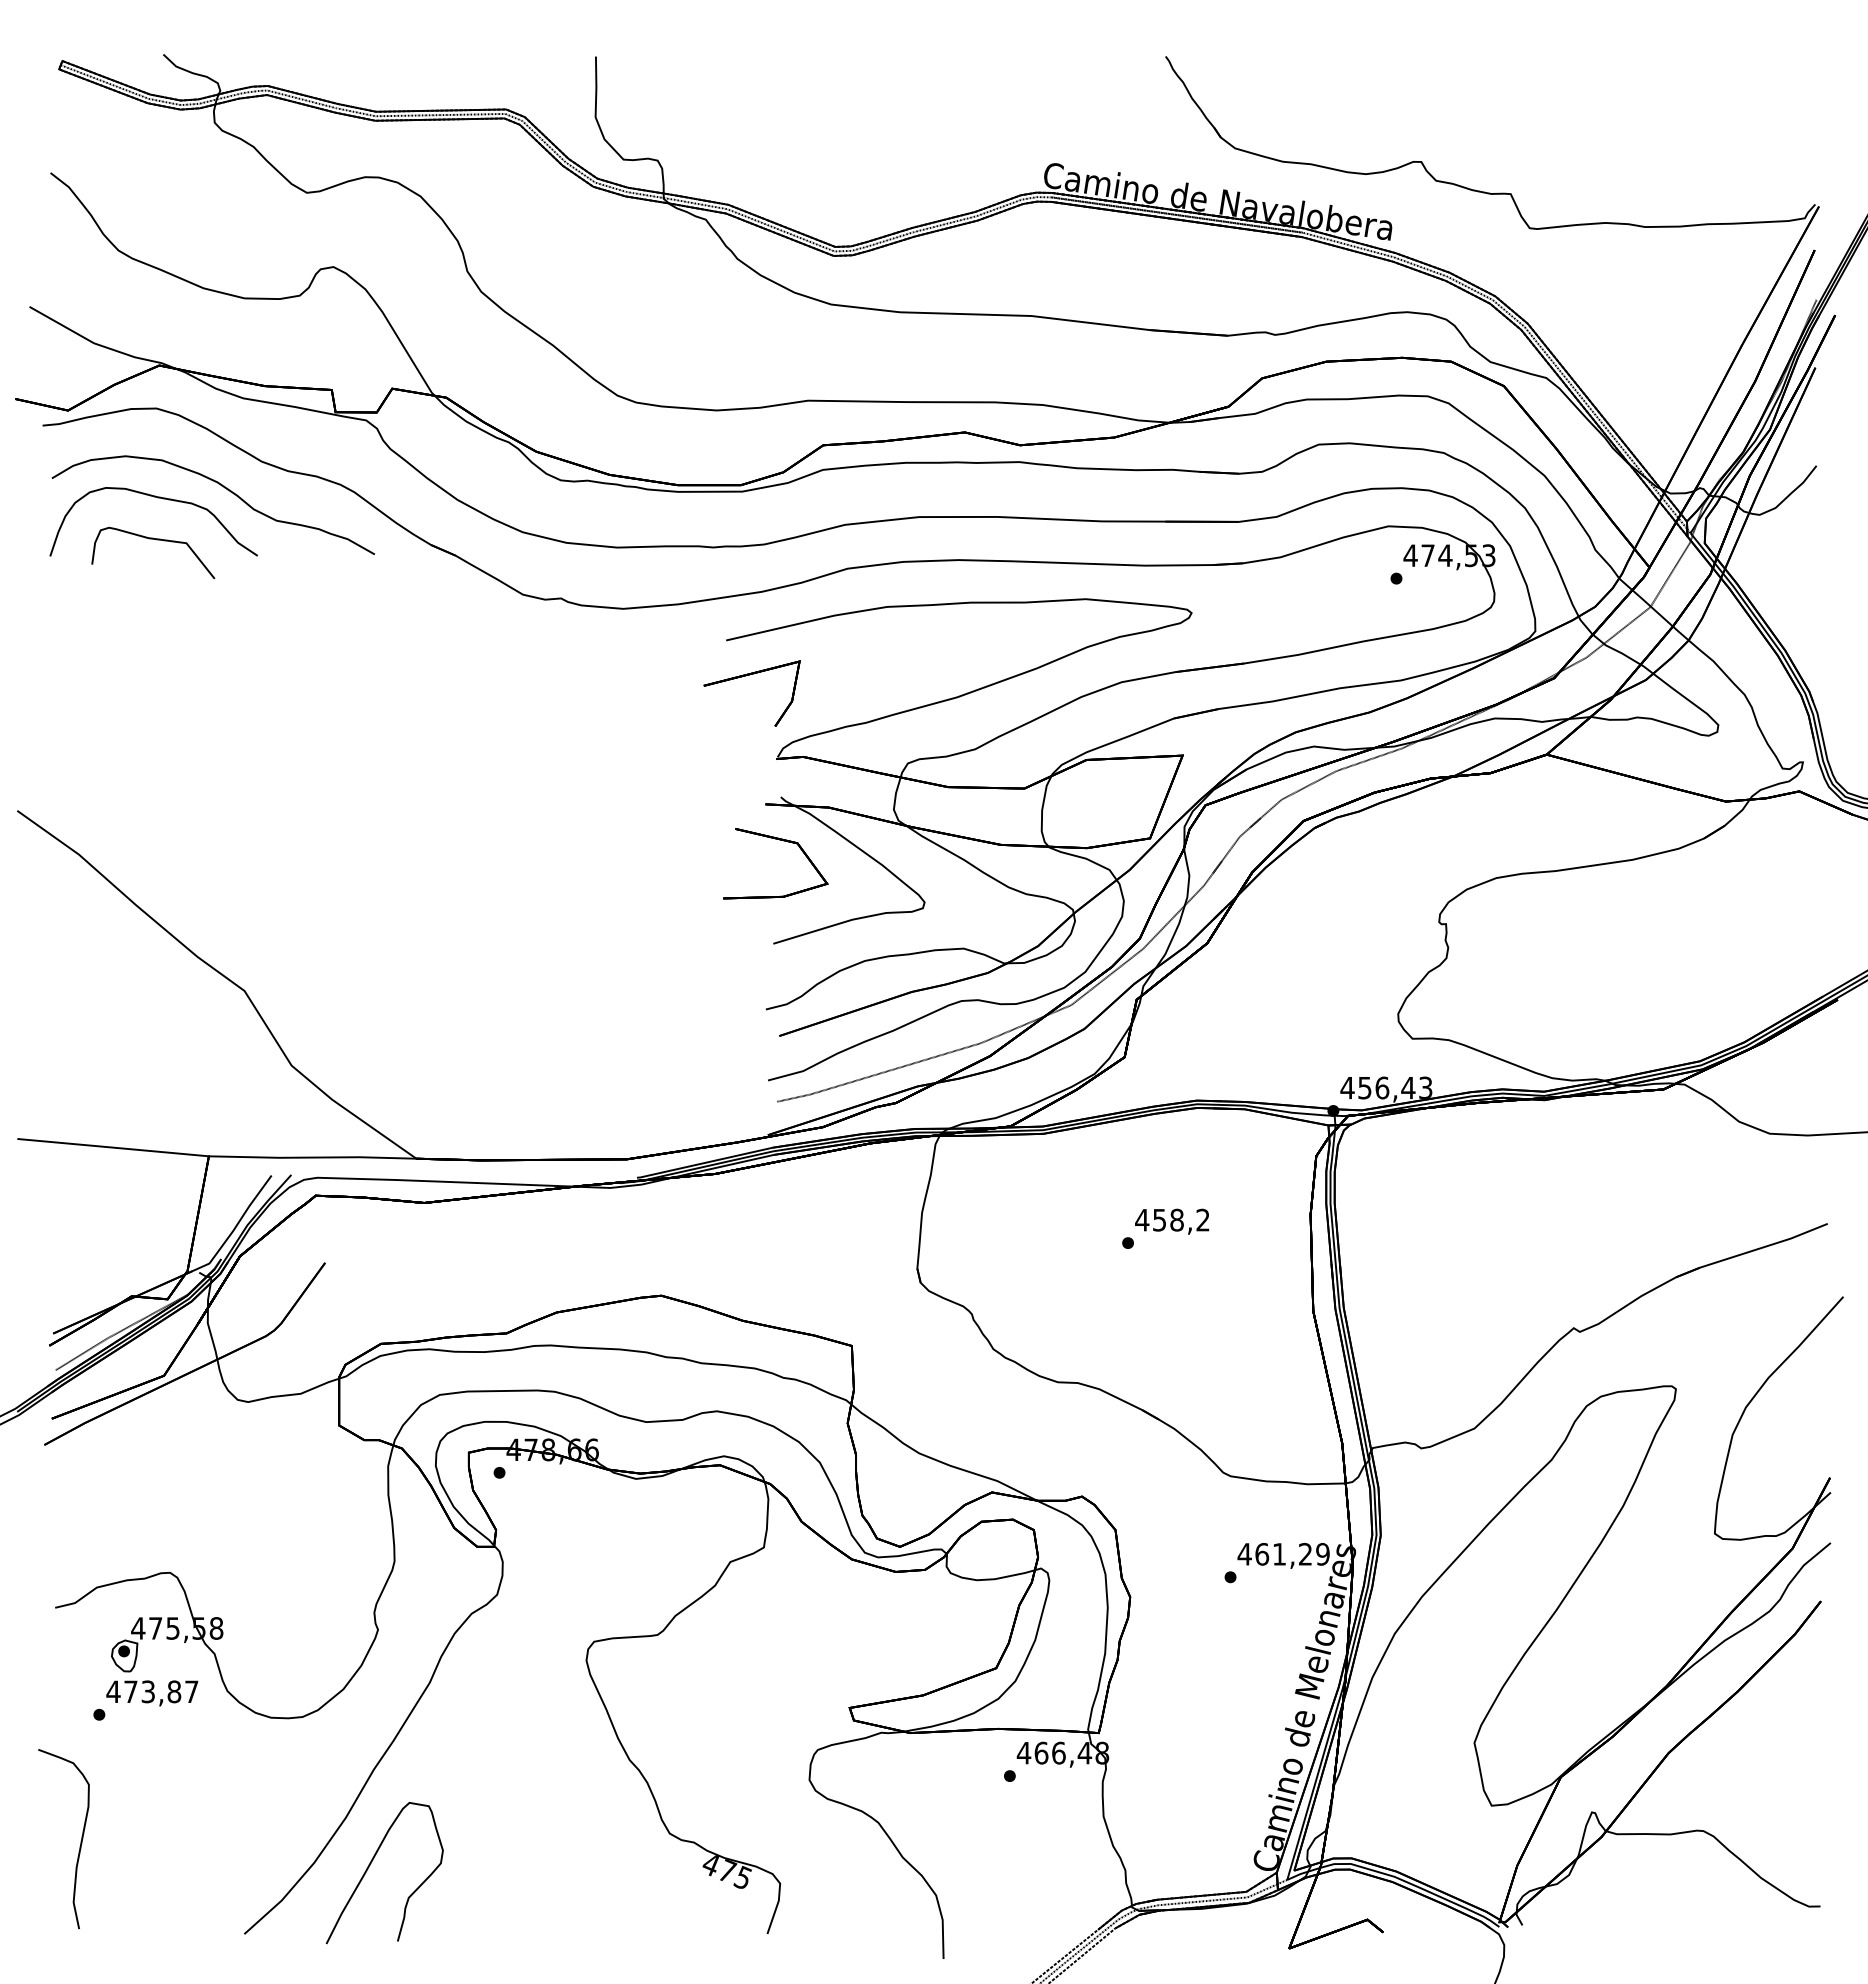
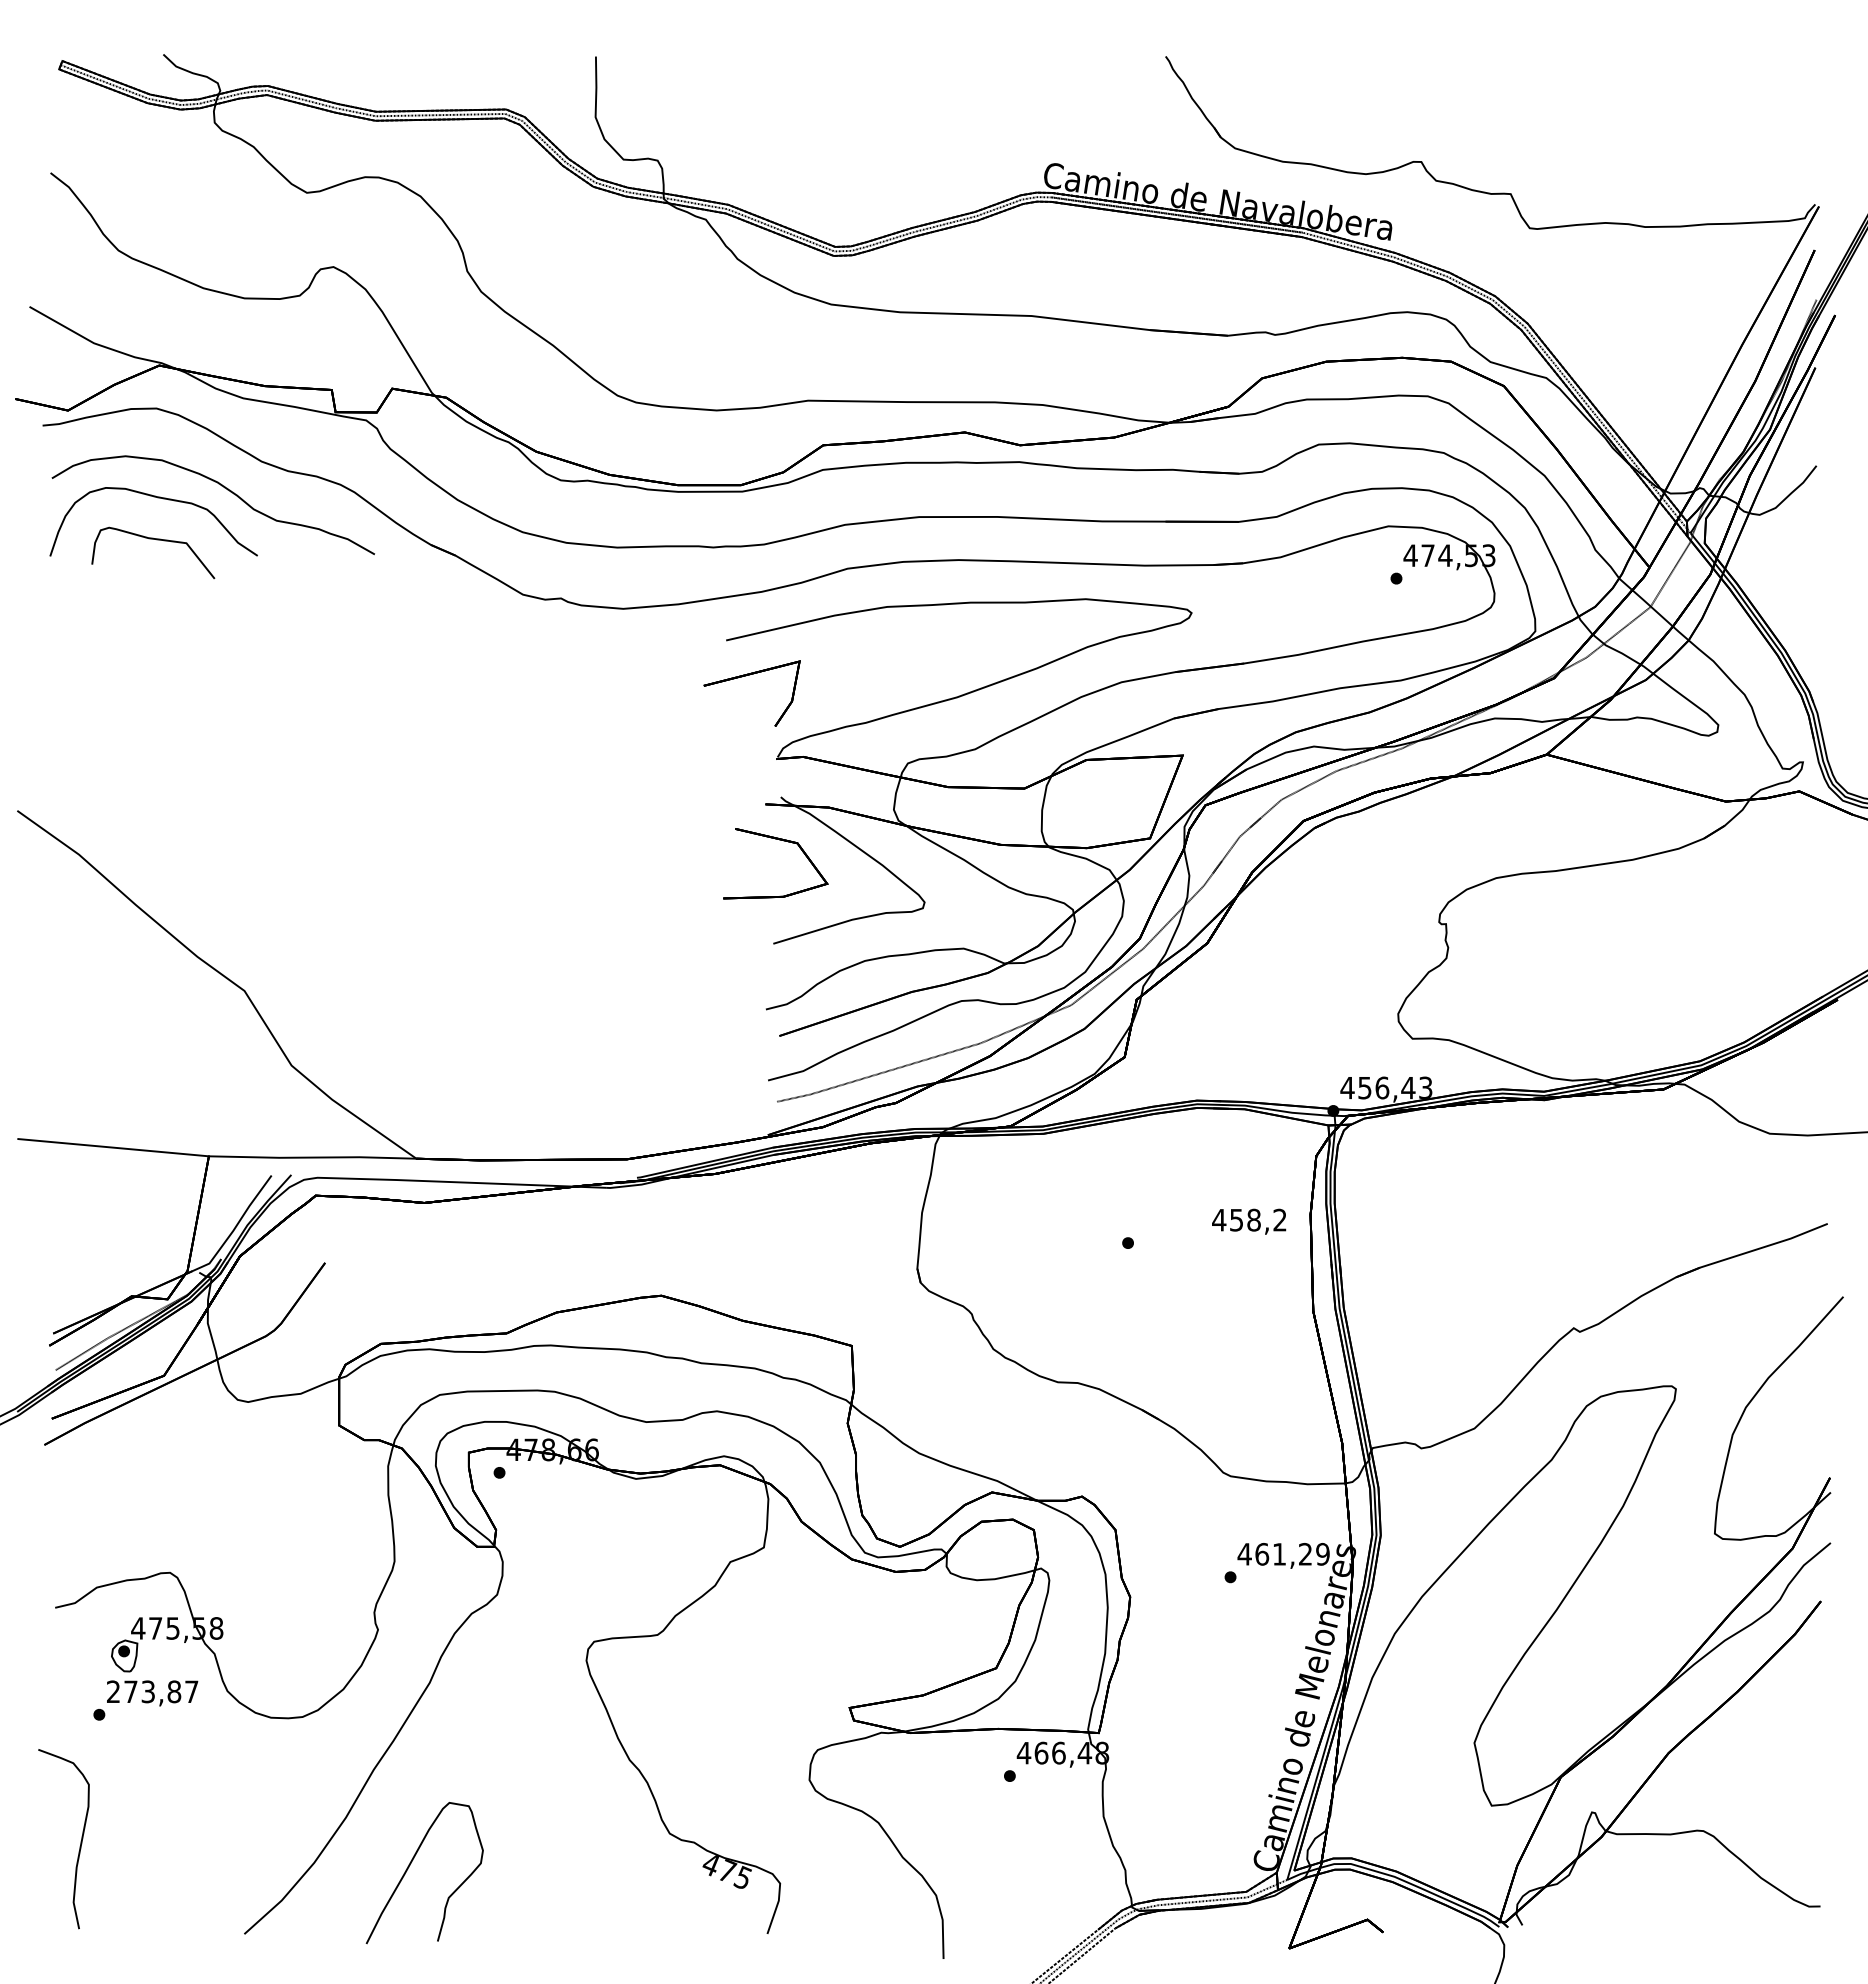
text at (1172, 1221) position: (1172, 1221) -> (1249, 1221)
text at (113, 1691): 473,87 -> 273,87
curve at (370, 1865) position: (370, 1865) -> (410, 1865)
